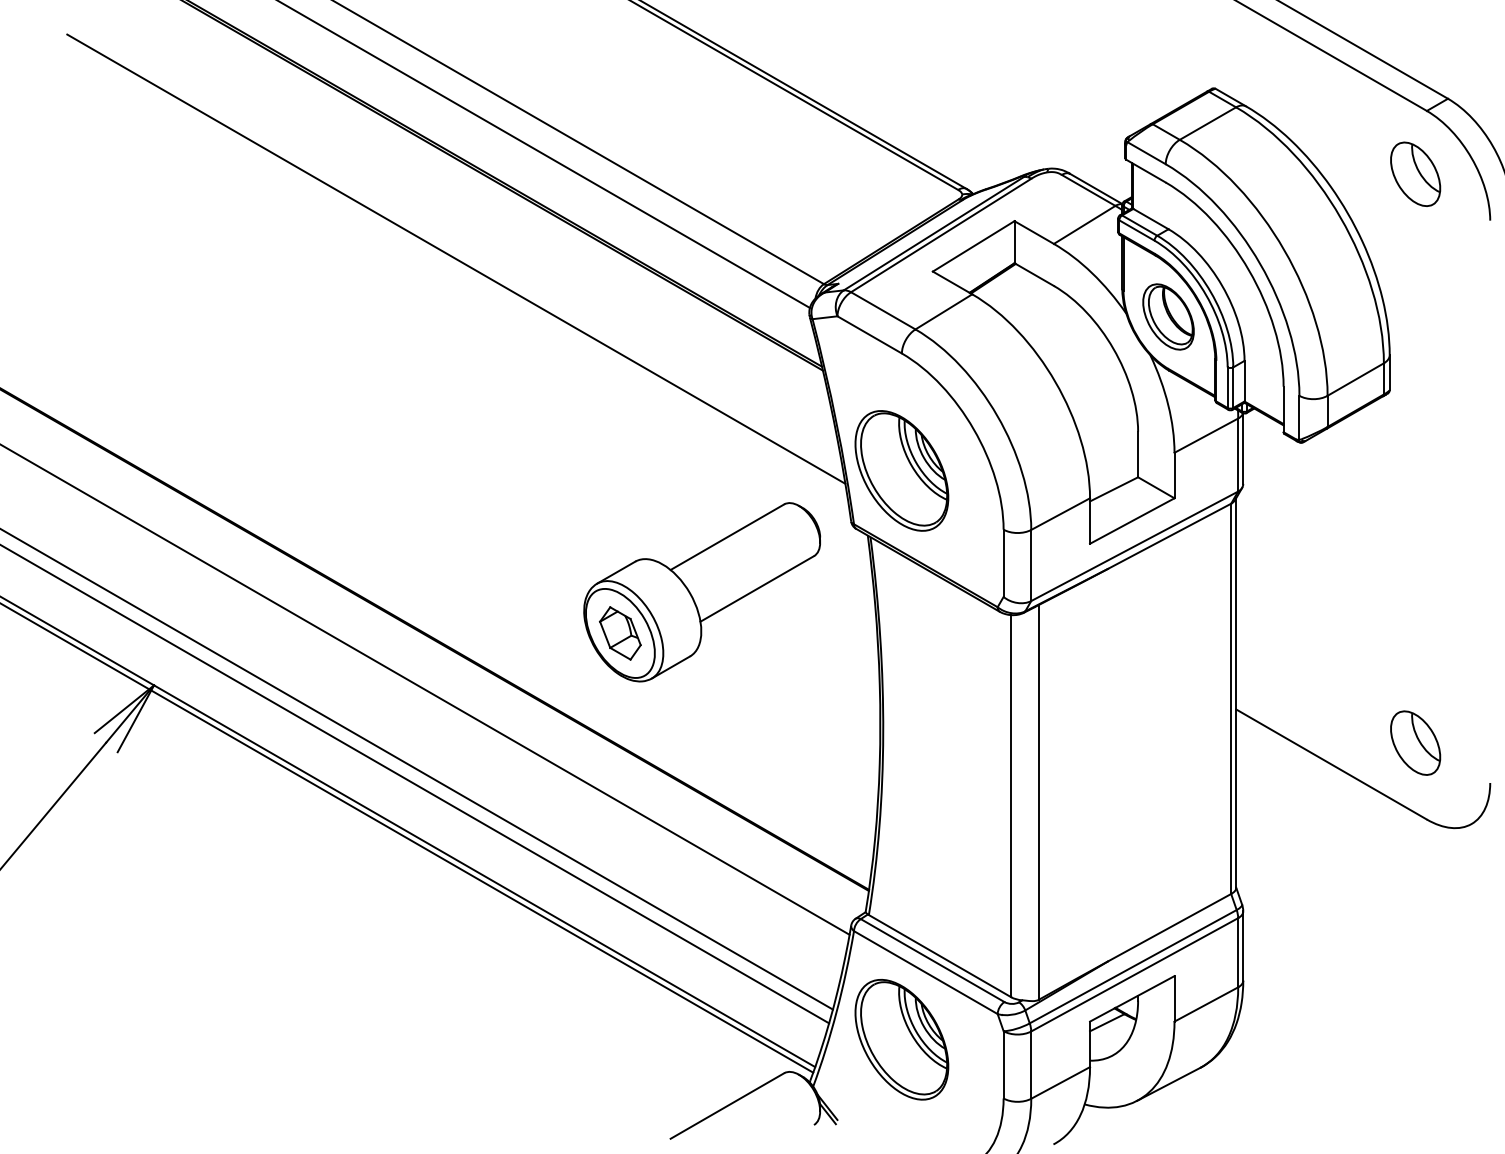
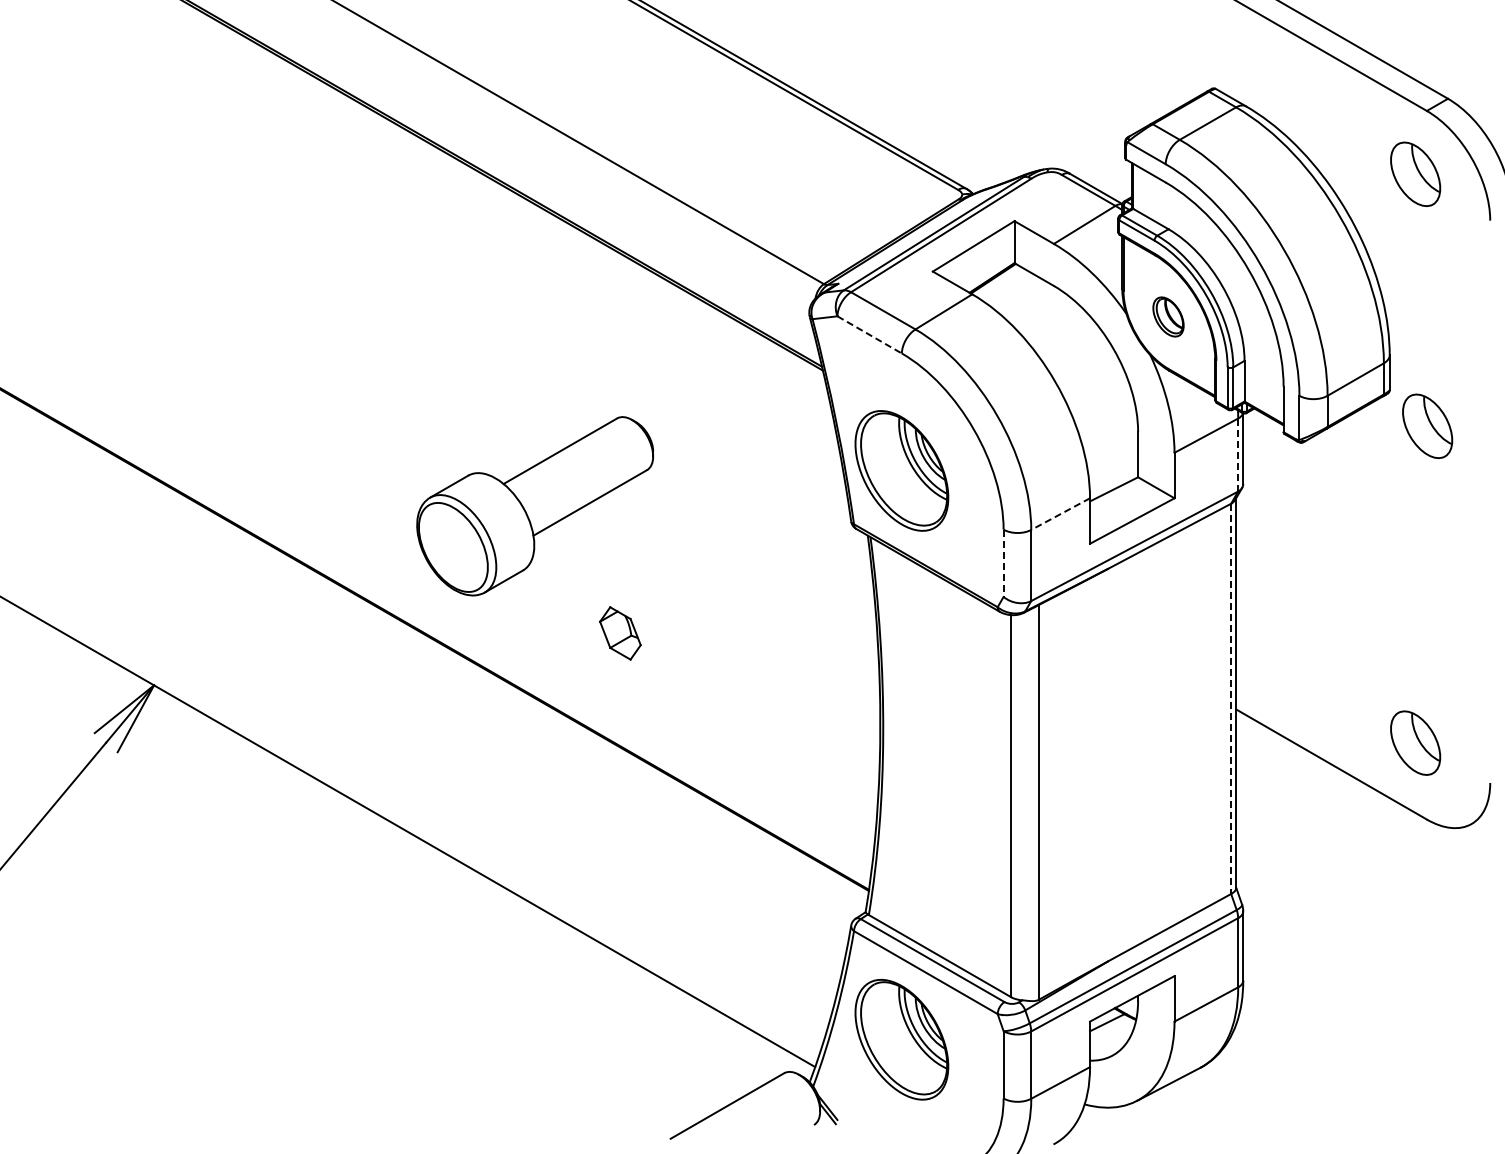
line at (544, 154): present -> none
line at (456, 258): present -> none
part at (1168, 316) size: 53x68 px -> 33x42 px
line at (870, 335): solid -> dashed
part at (1427, 425): none -> present
line at (1238, 455): solid -> dashed
line at (1060, 514): solid -> dashed
line at (1003, 563): solid -> dashed
part at (702, 592) position: (702, 592) -> (535, 506)
line at (425, 689): present -> none
line at (1231, 699): solid -> dashed
line at (417, 769): present -> none
line at (415, 784): present -> none
line at (407, 838): present -> none
